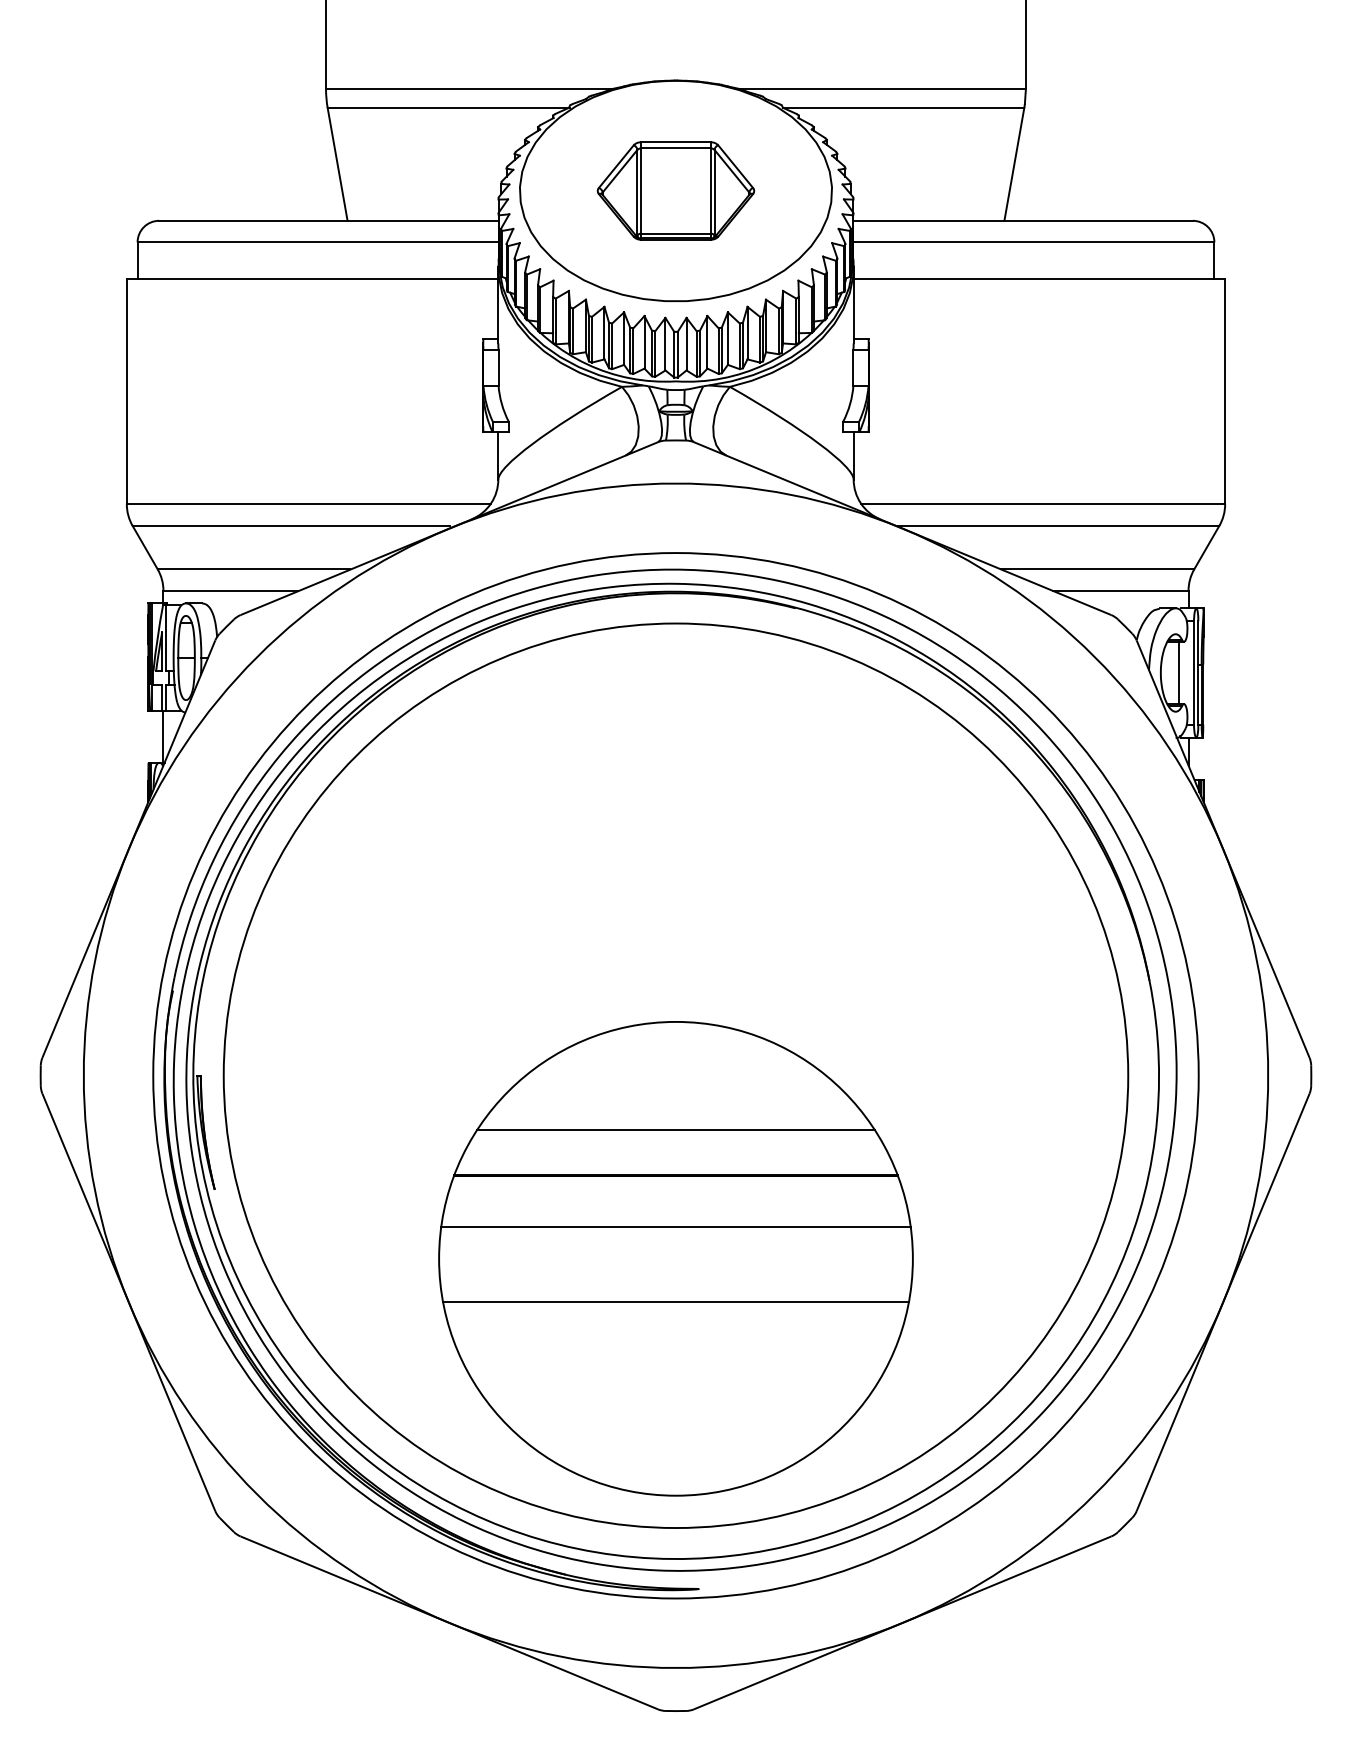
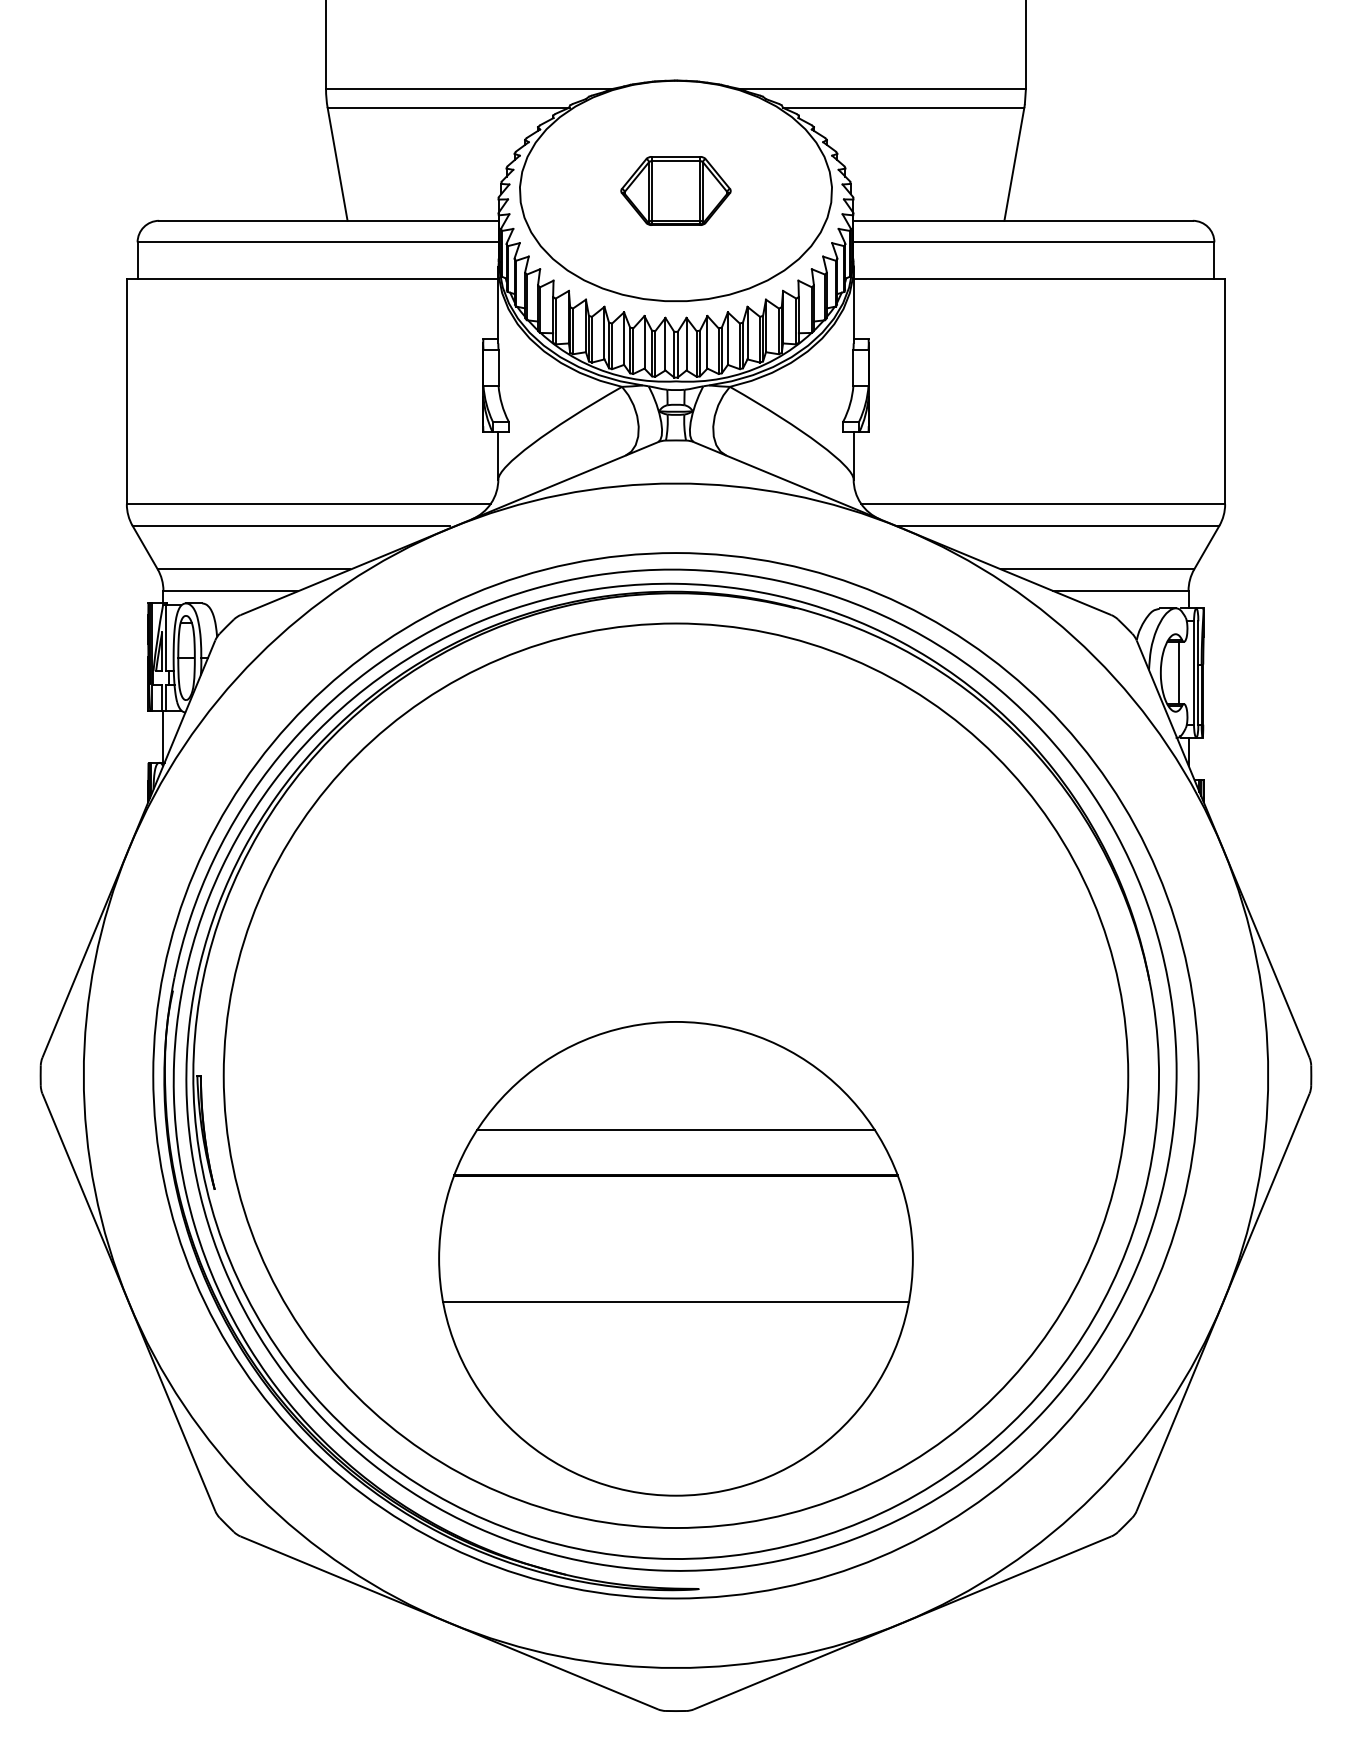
part at (675, 190) size: 160x100 px -> 112x70 px
line at (675, 1226): present -> none
